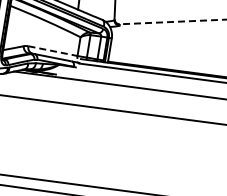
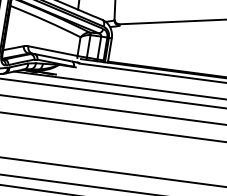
line at (172, 21): dashed -> solid
line at (53, 51): dashed -> solid
line at (112, 93): none -> present
line at (112, 126): none -> present
line at (112, 171): none -> present
